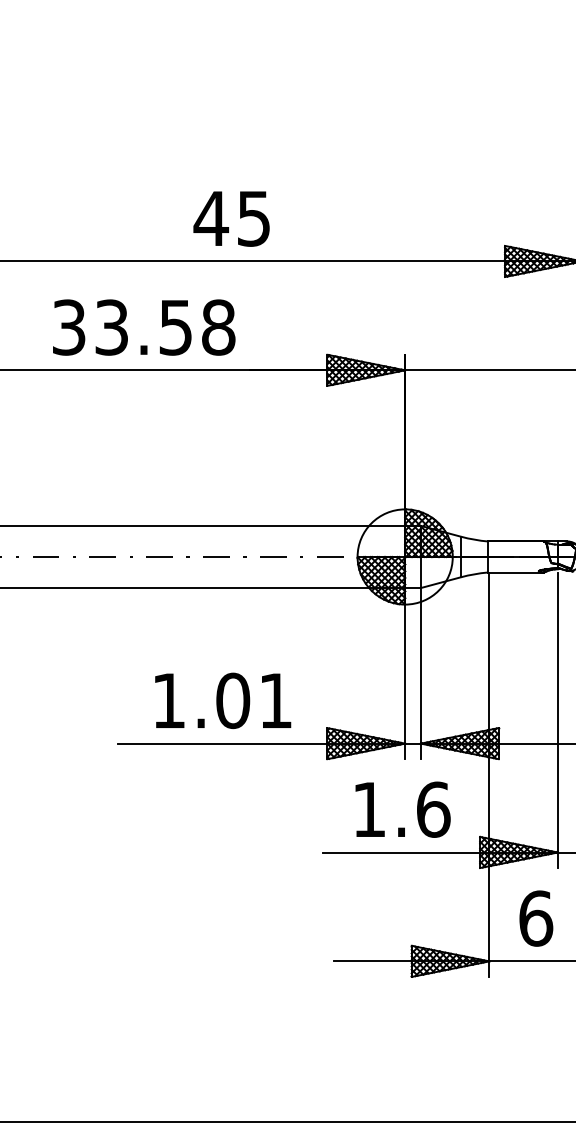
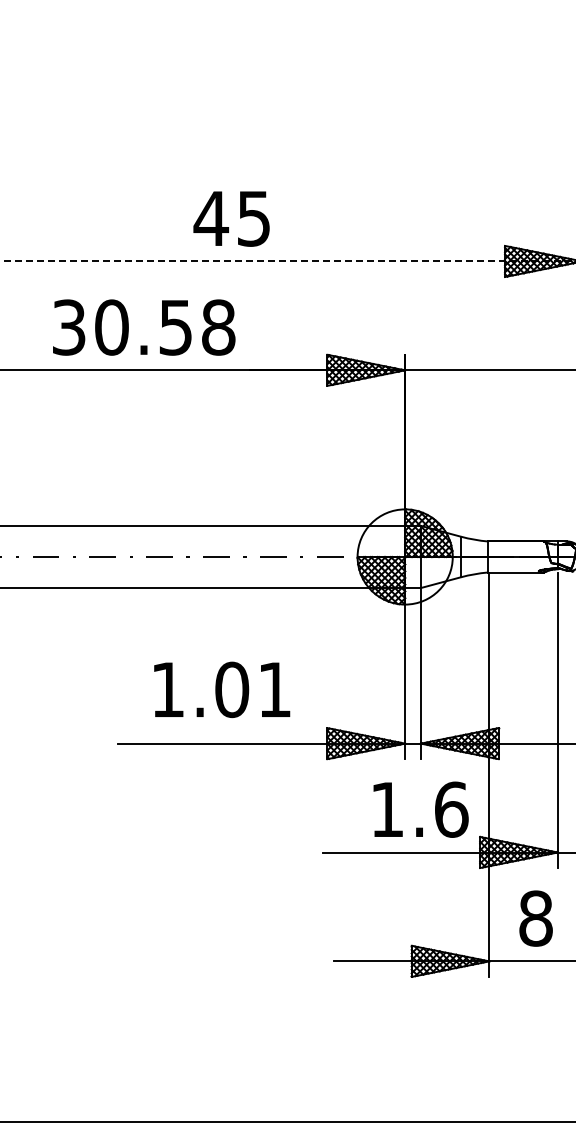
line at (288, 261): solid -> dashed
text at (111, 327): 33.58 -> 30.58
text at (223, 700) position: (223, 700) -> (222, 689)
text at (402, 809) position: (402, 809) -> (420, 809)
text at (536, 918): 6 -> 8
